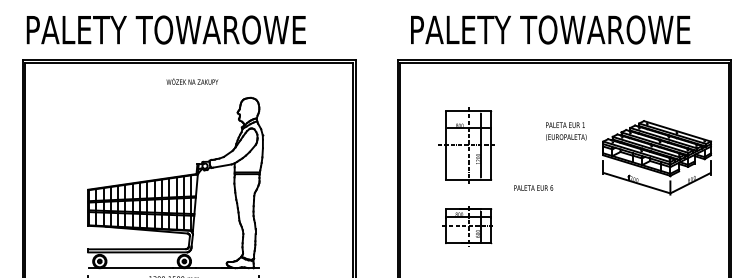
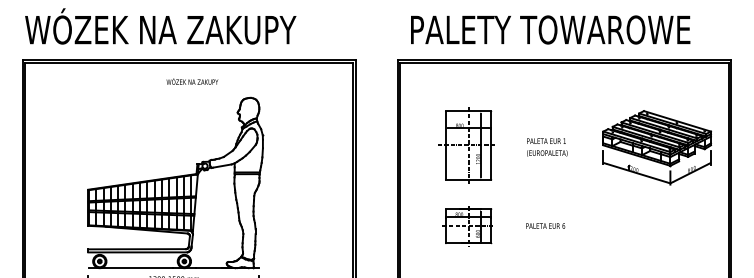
text at (165, 26): PALETY TOWAROWE -> WÓZEK NA ZAKUPY
text at (566, 131) position: (566, 131) -> (547, 147)
part at (656, 157) position: (656, 157) -> (656, 147)
text at (533, 187) position: (533, 187) -> (545, 225)
